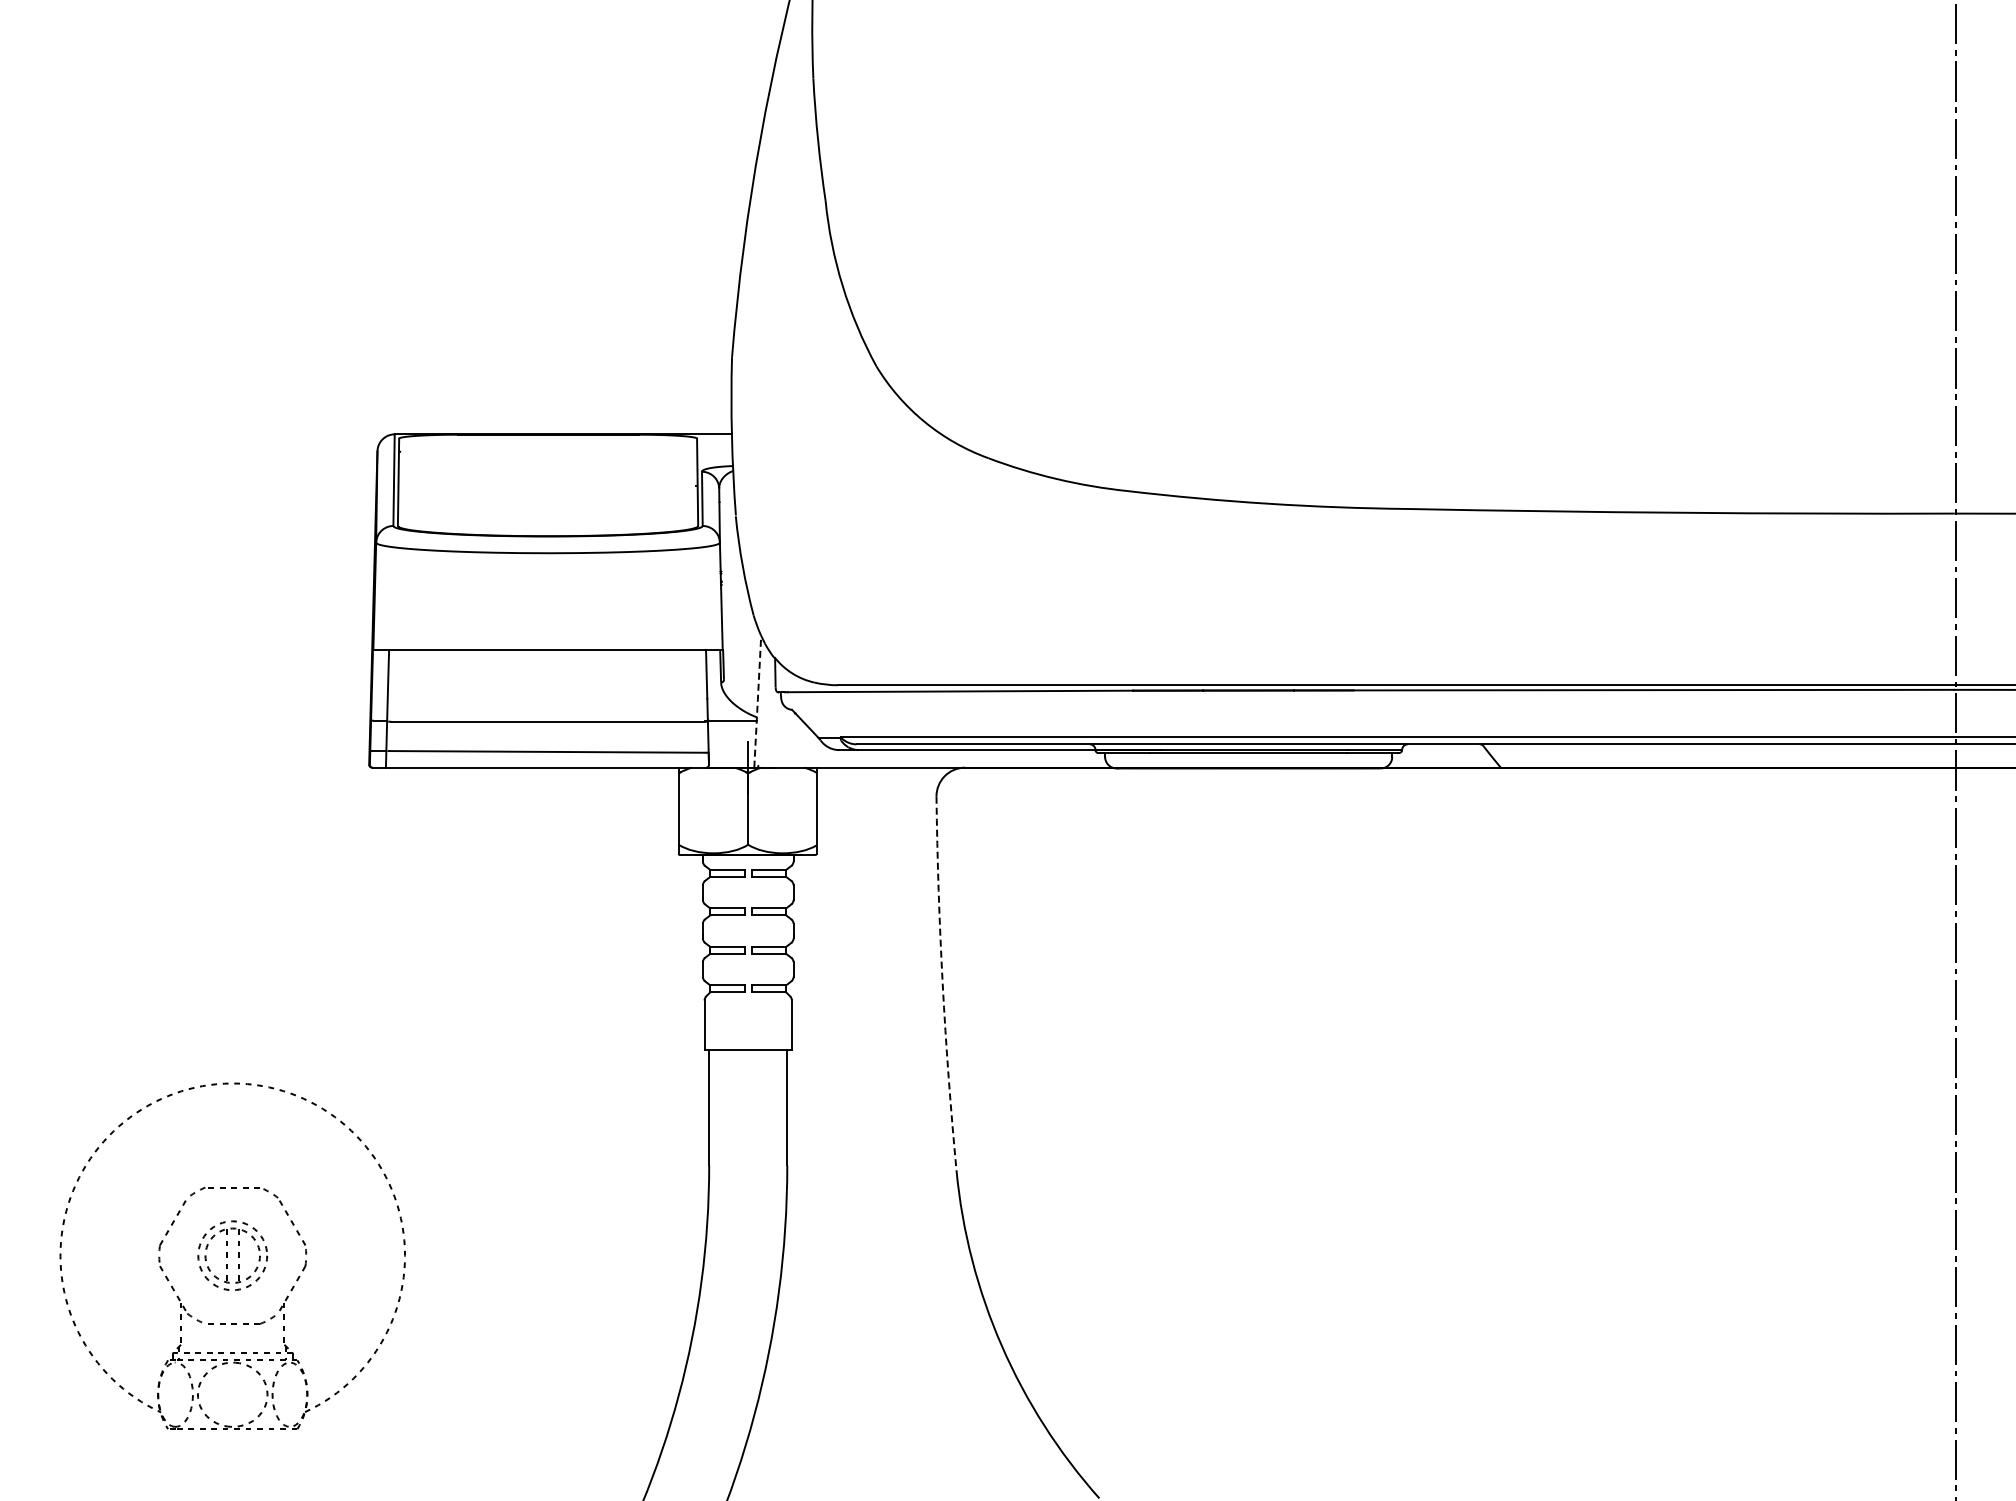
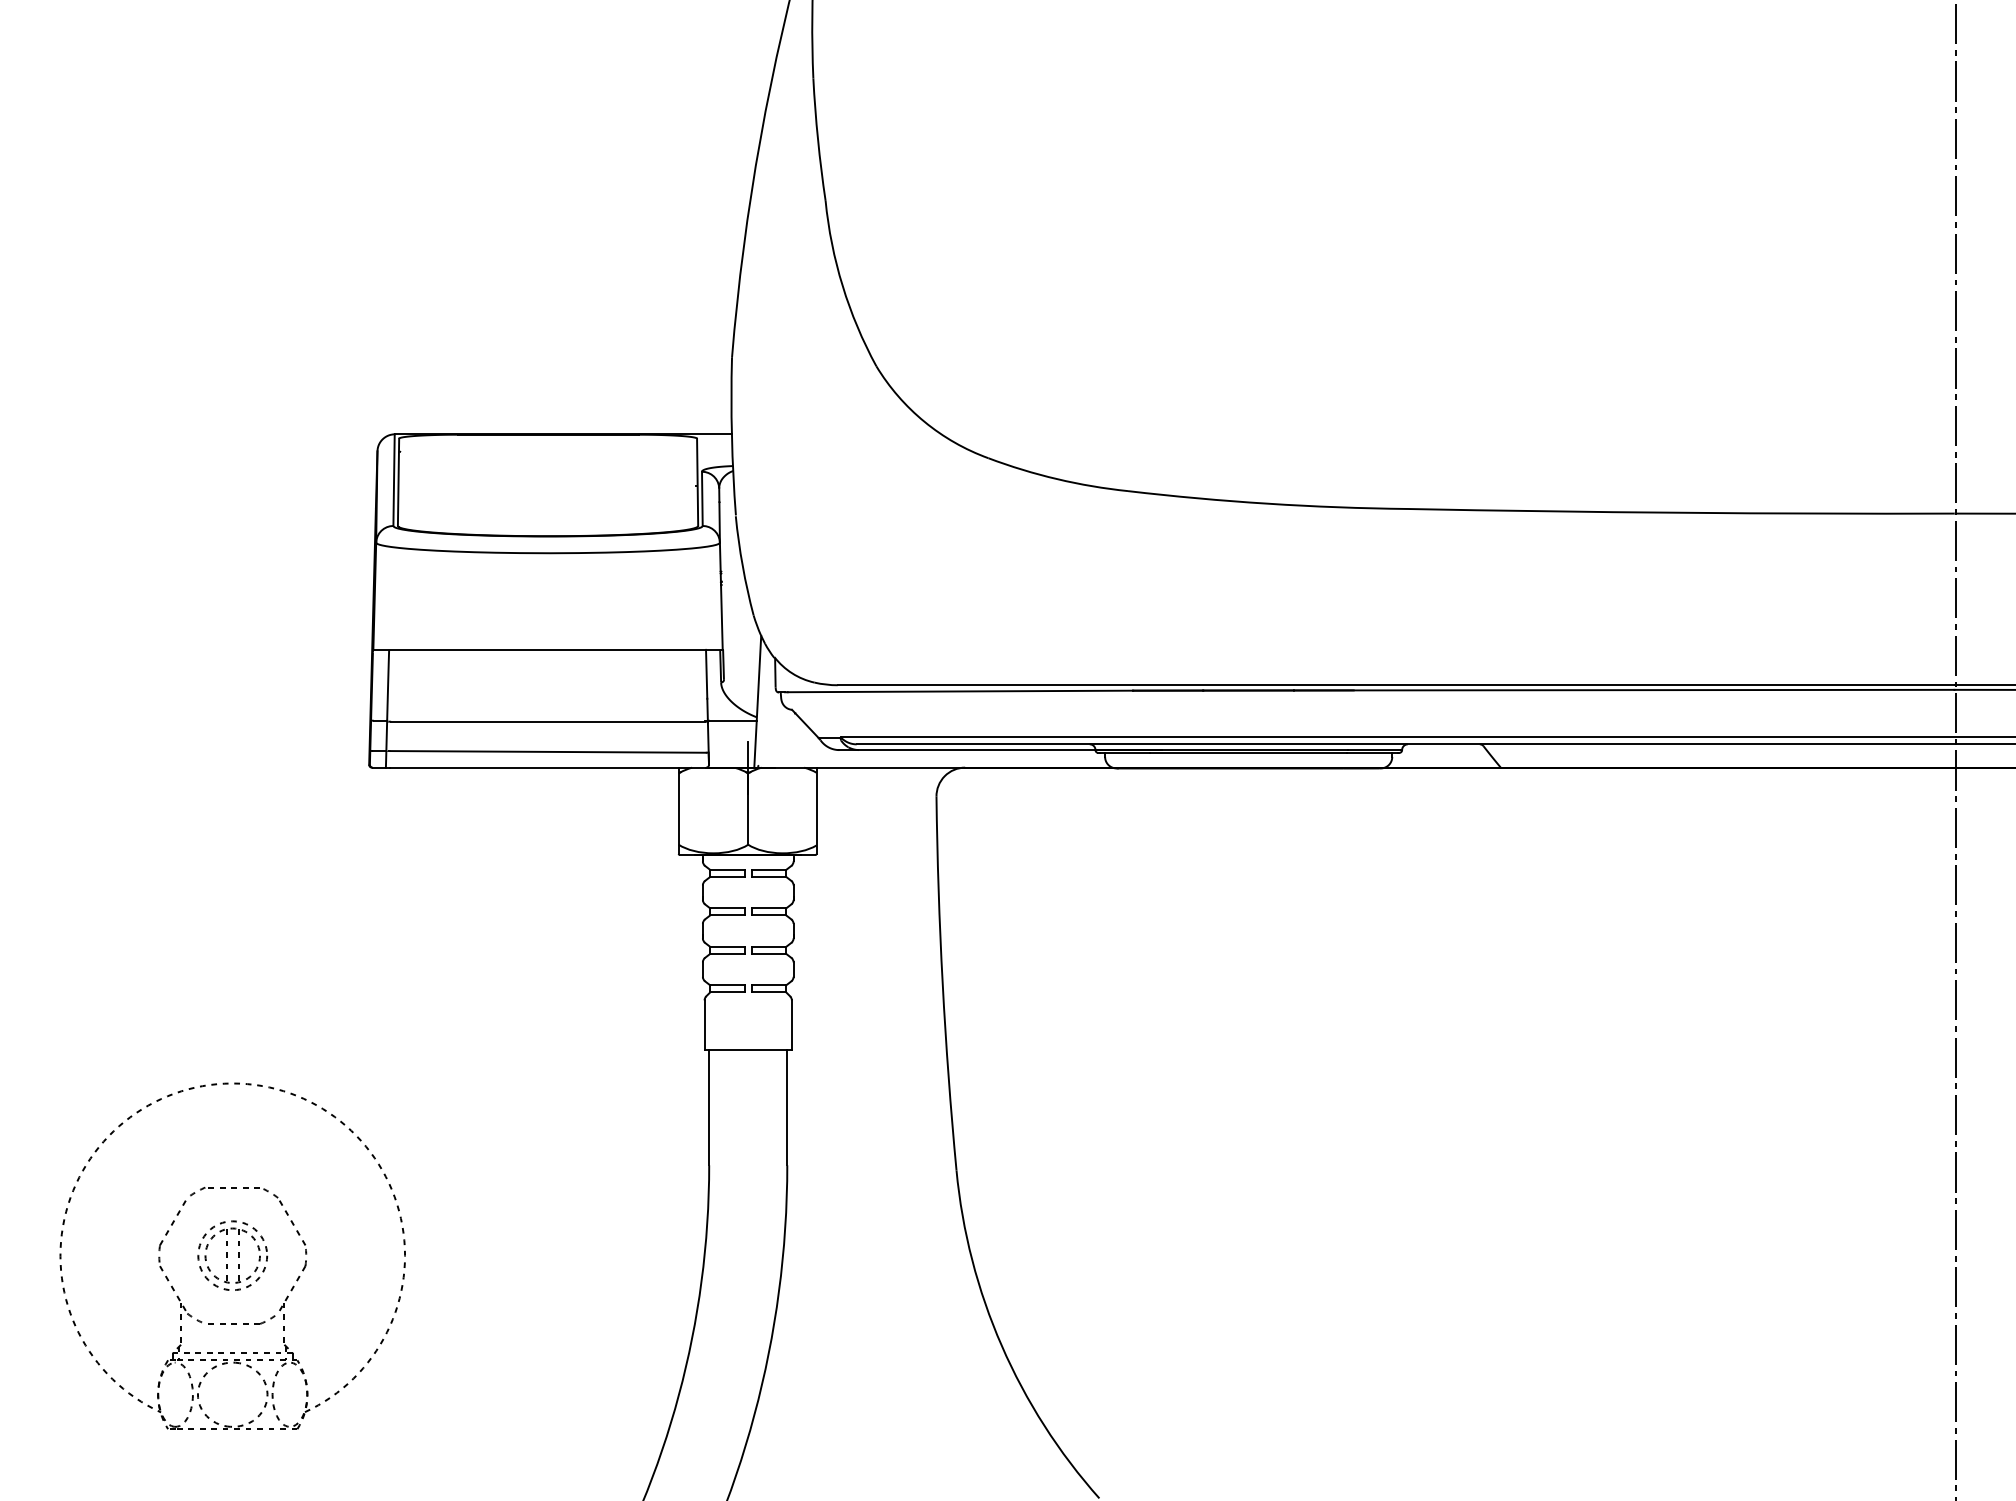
line at (757, 701): dashed -> solid
arc at (942, 983): dashed -> solid
